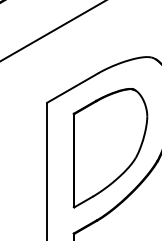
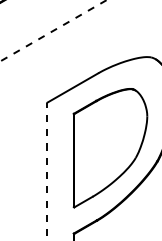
line at (53, 30): solid -> dashed
line at (47, 171): solid -> dashed
